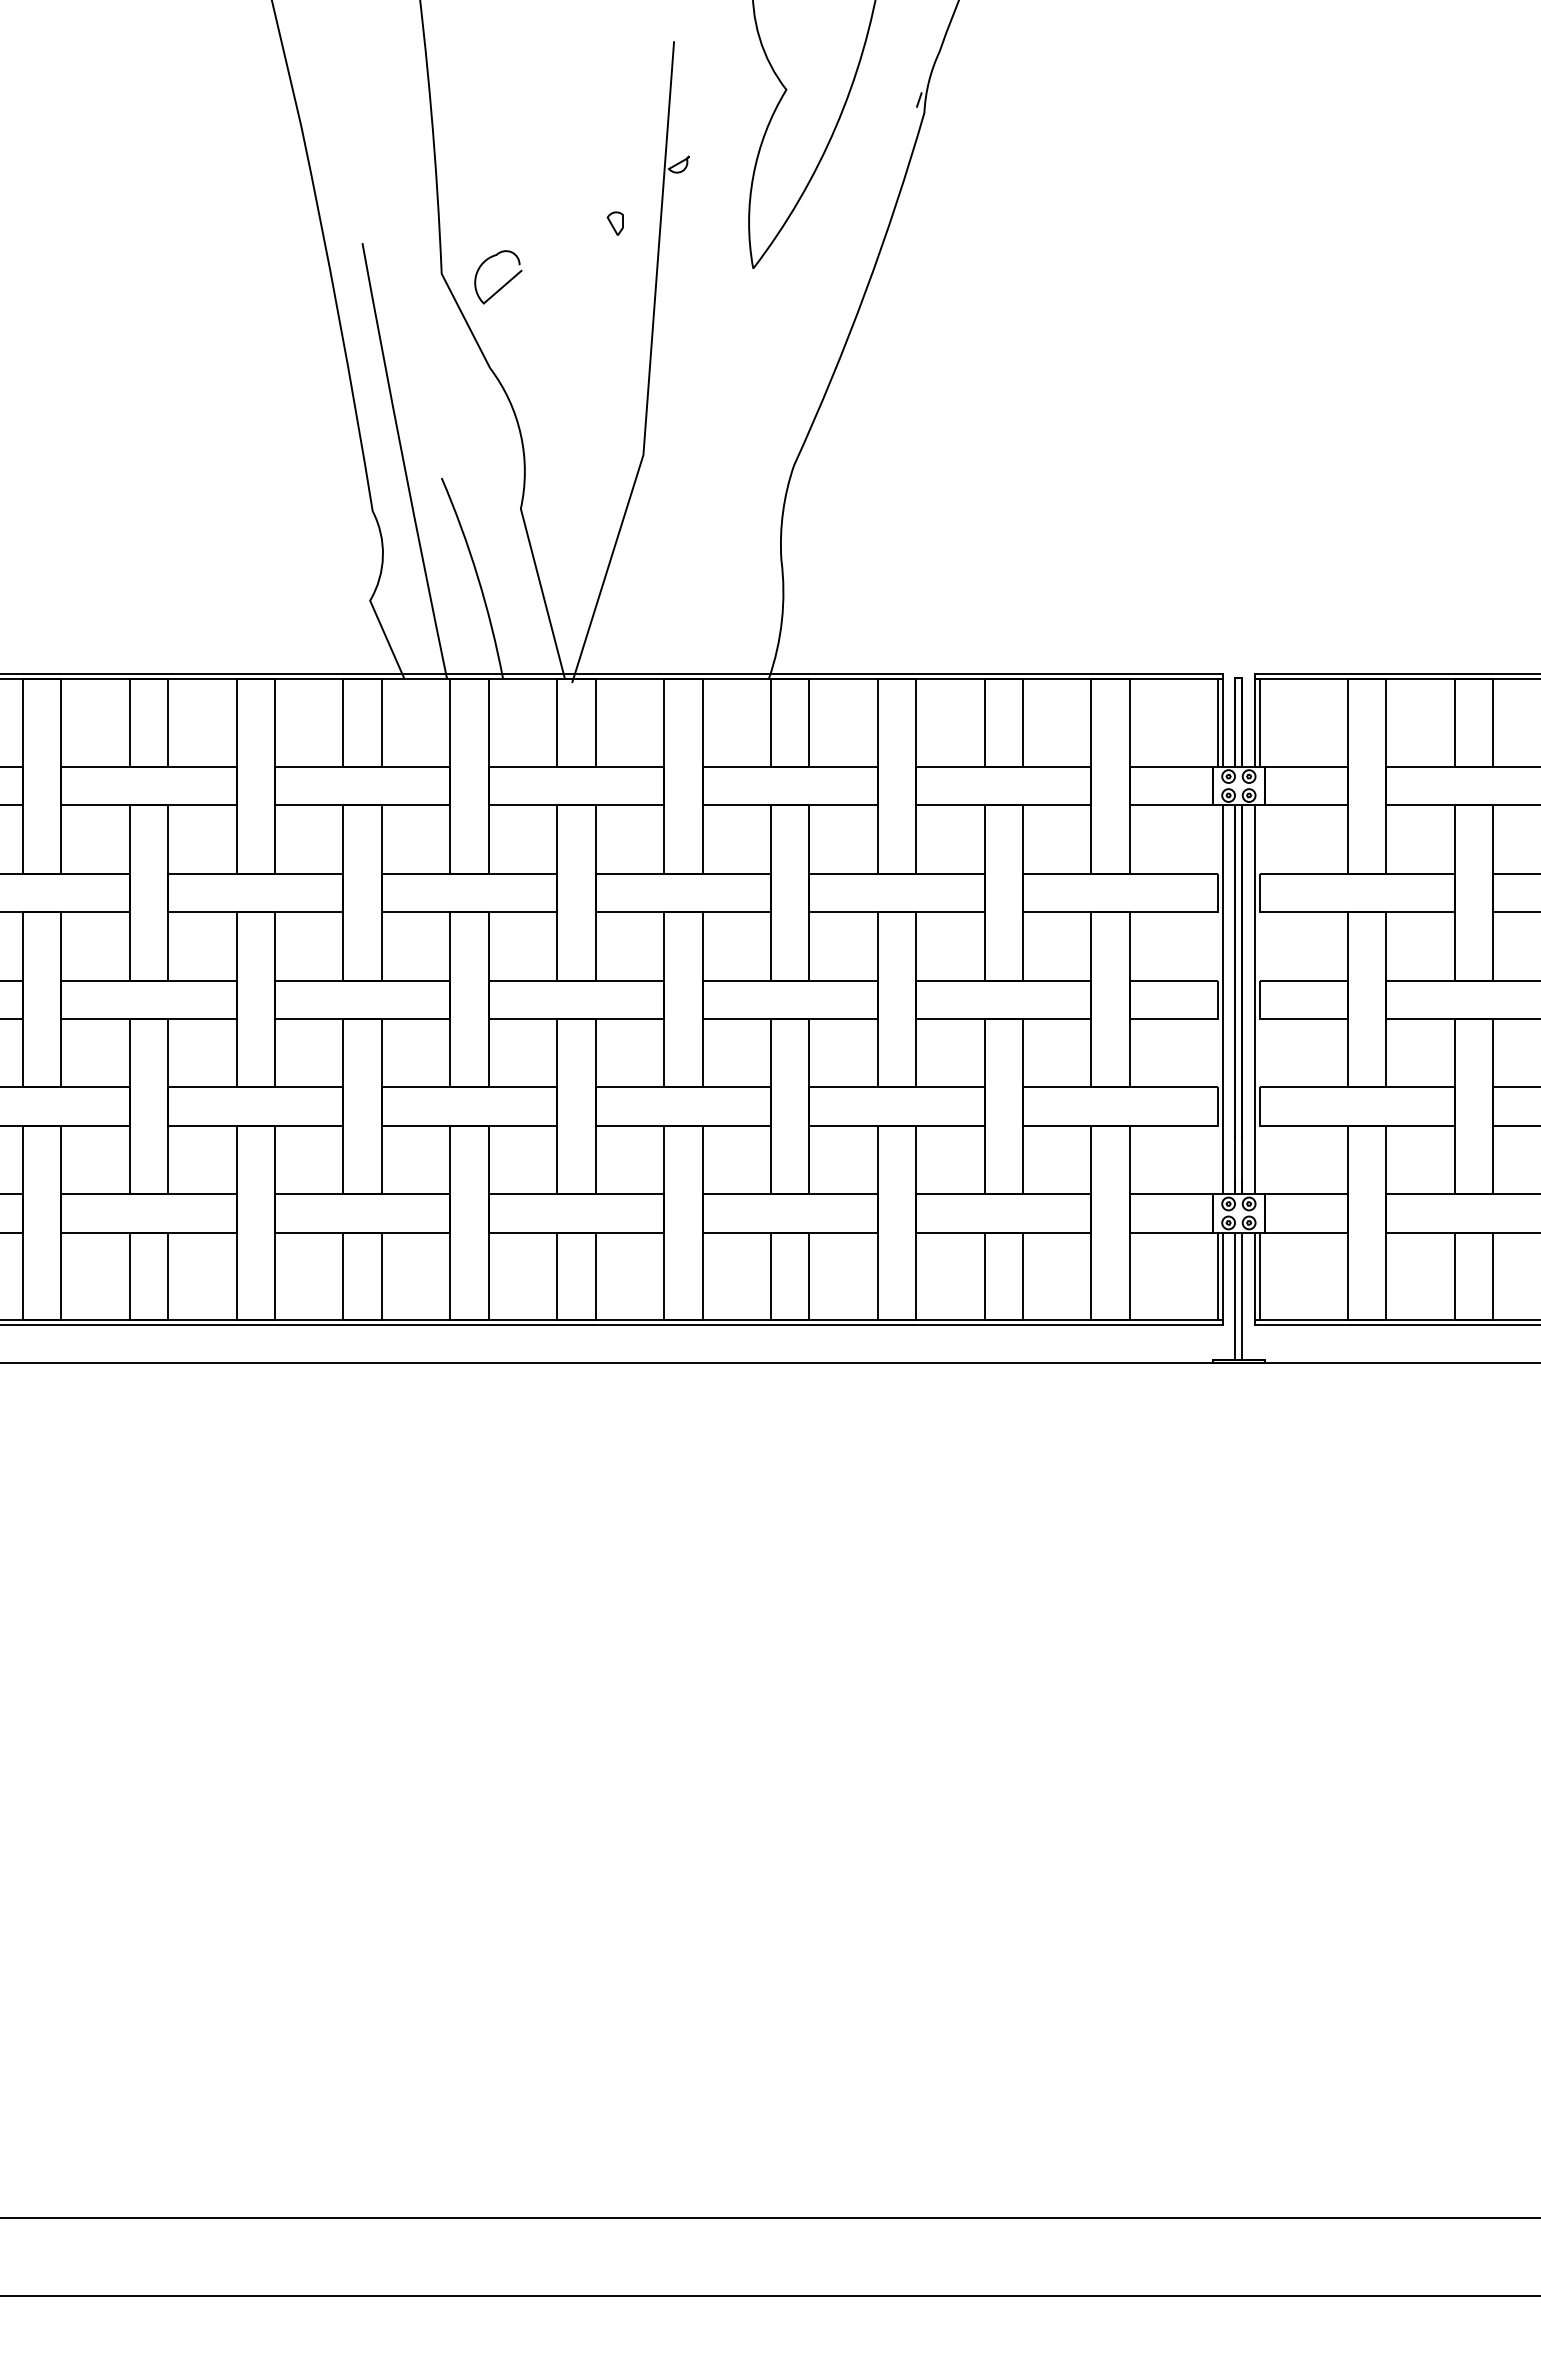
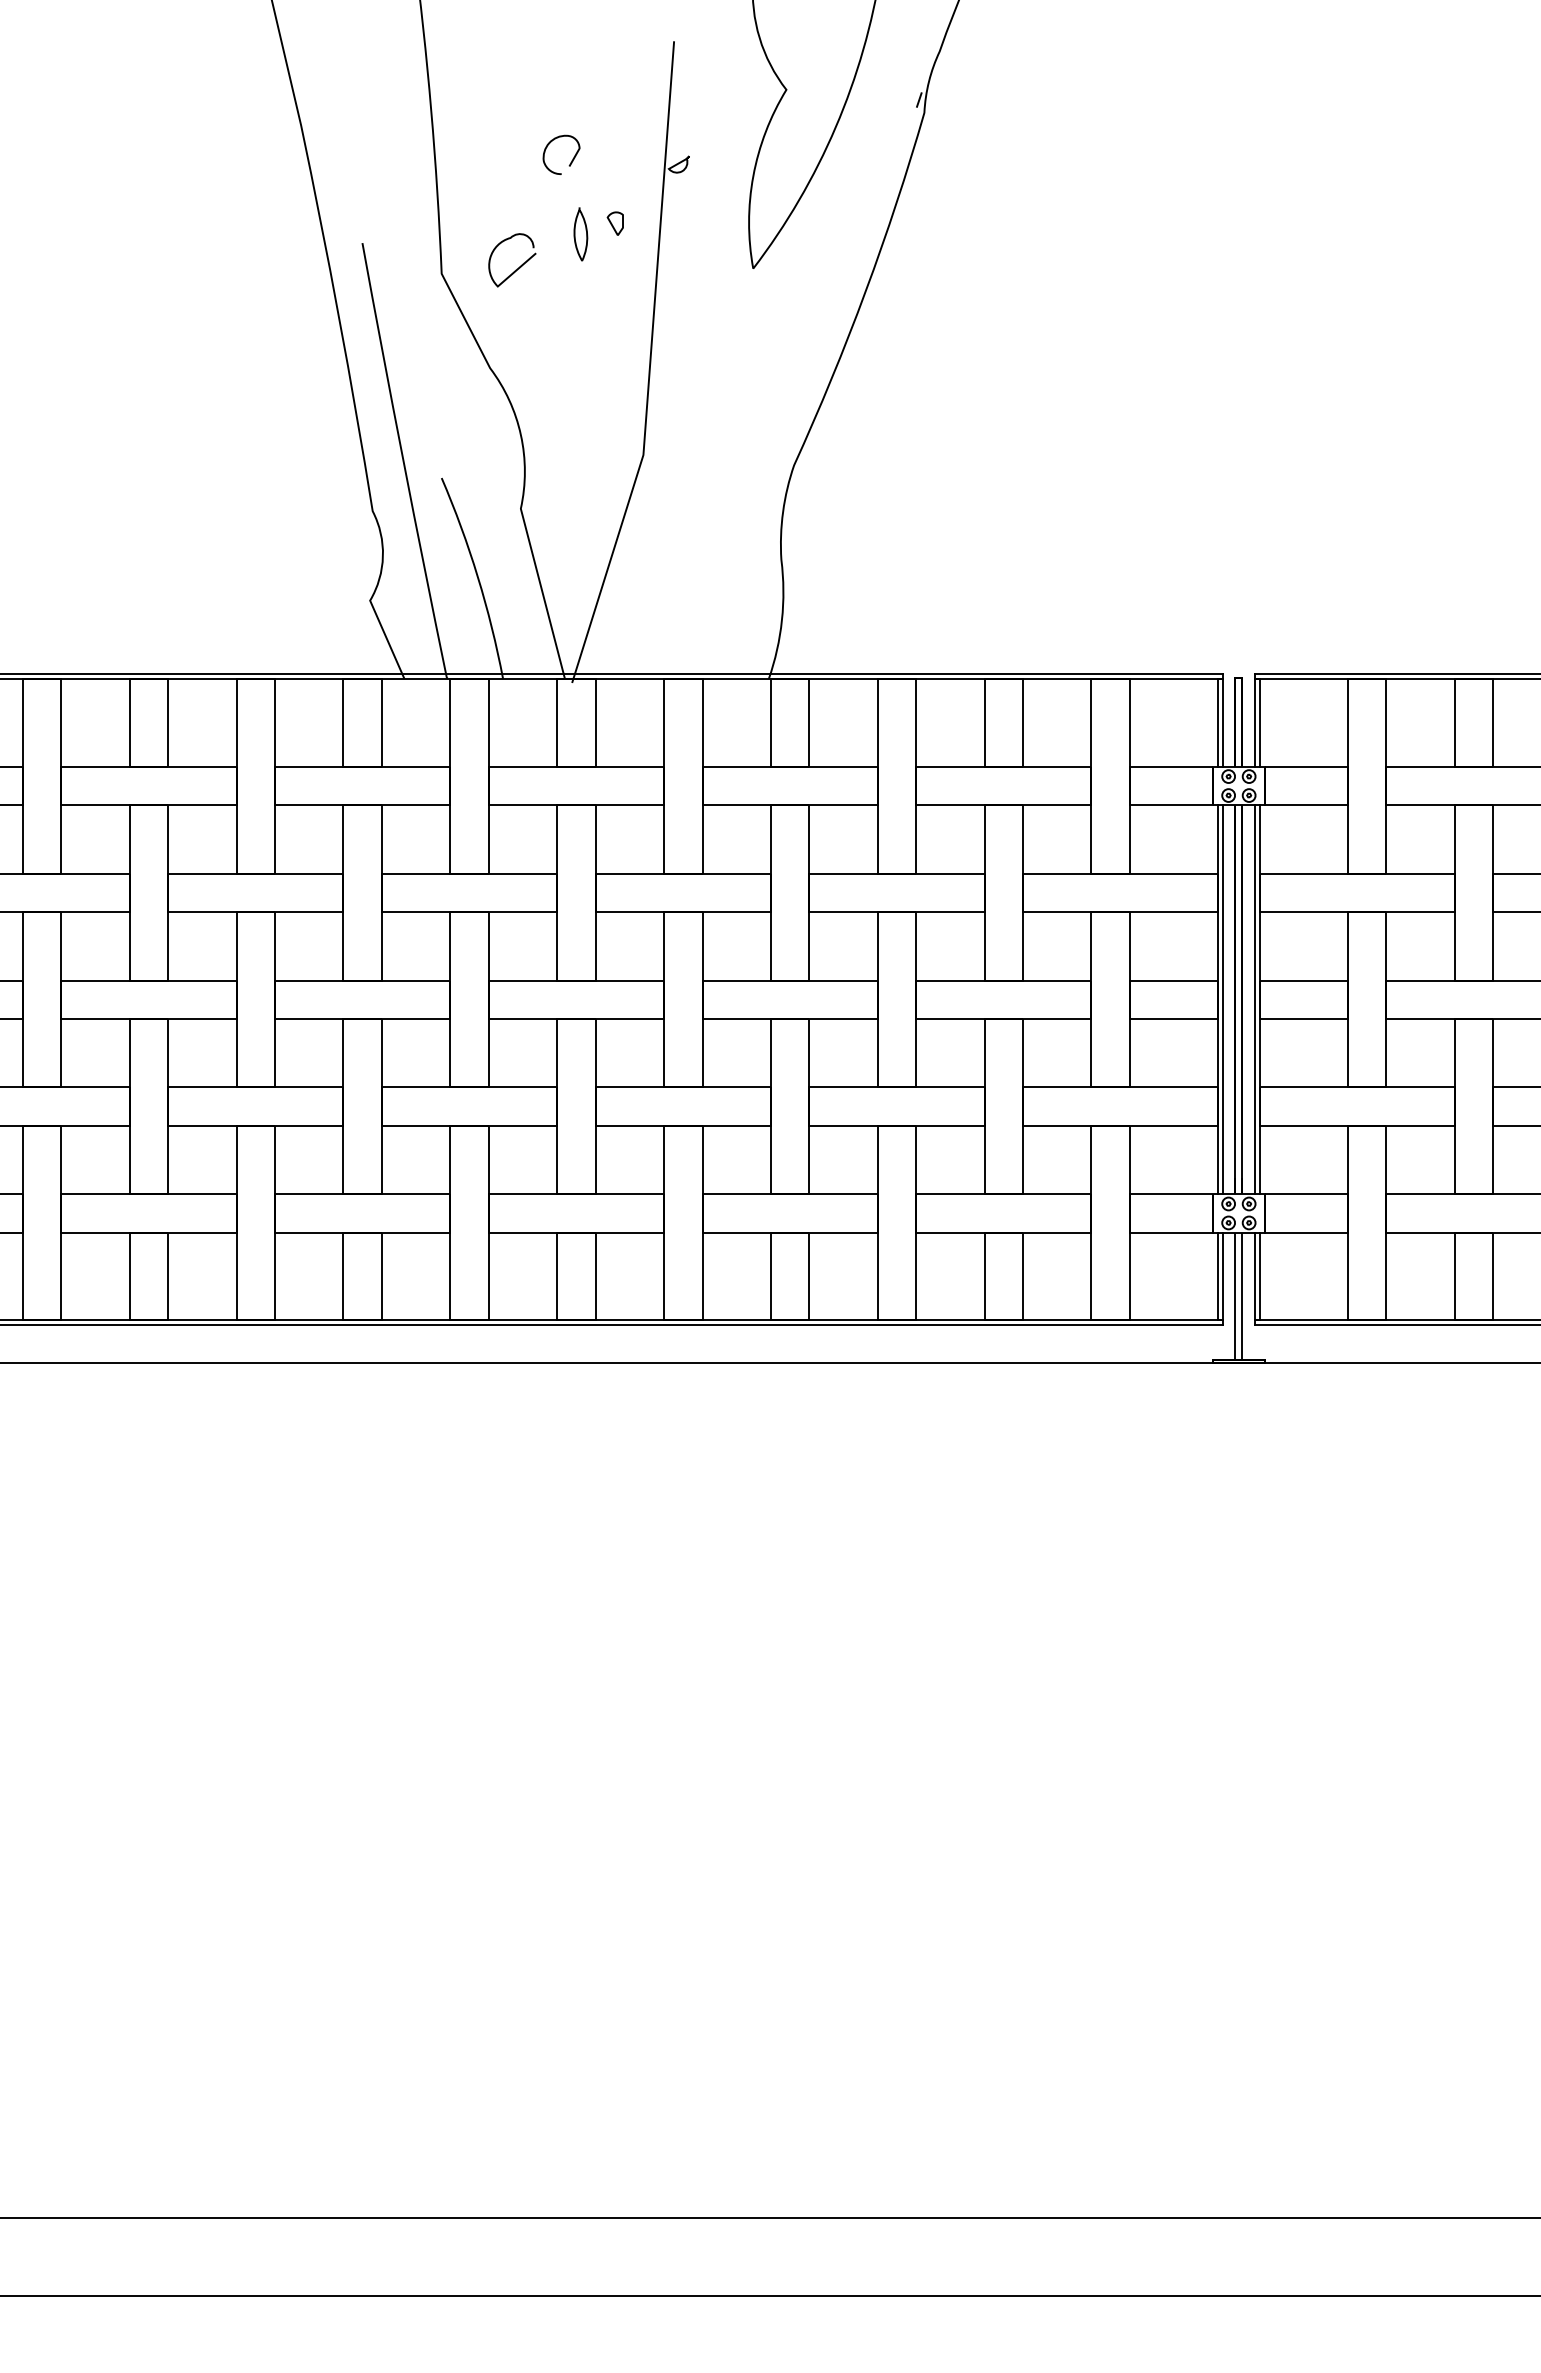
curve at (571, 160): none -> present
curve at (575, 234): none -> present
curve at (505, 283) position: (505, 283) -> (519, 266)
line at (1217, 999): none -> present
line at (1260, 999): none -> present
